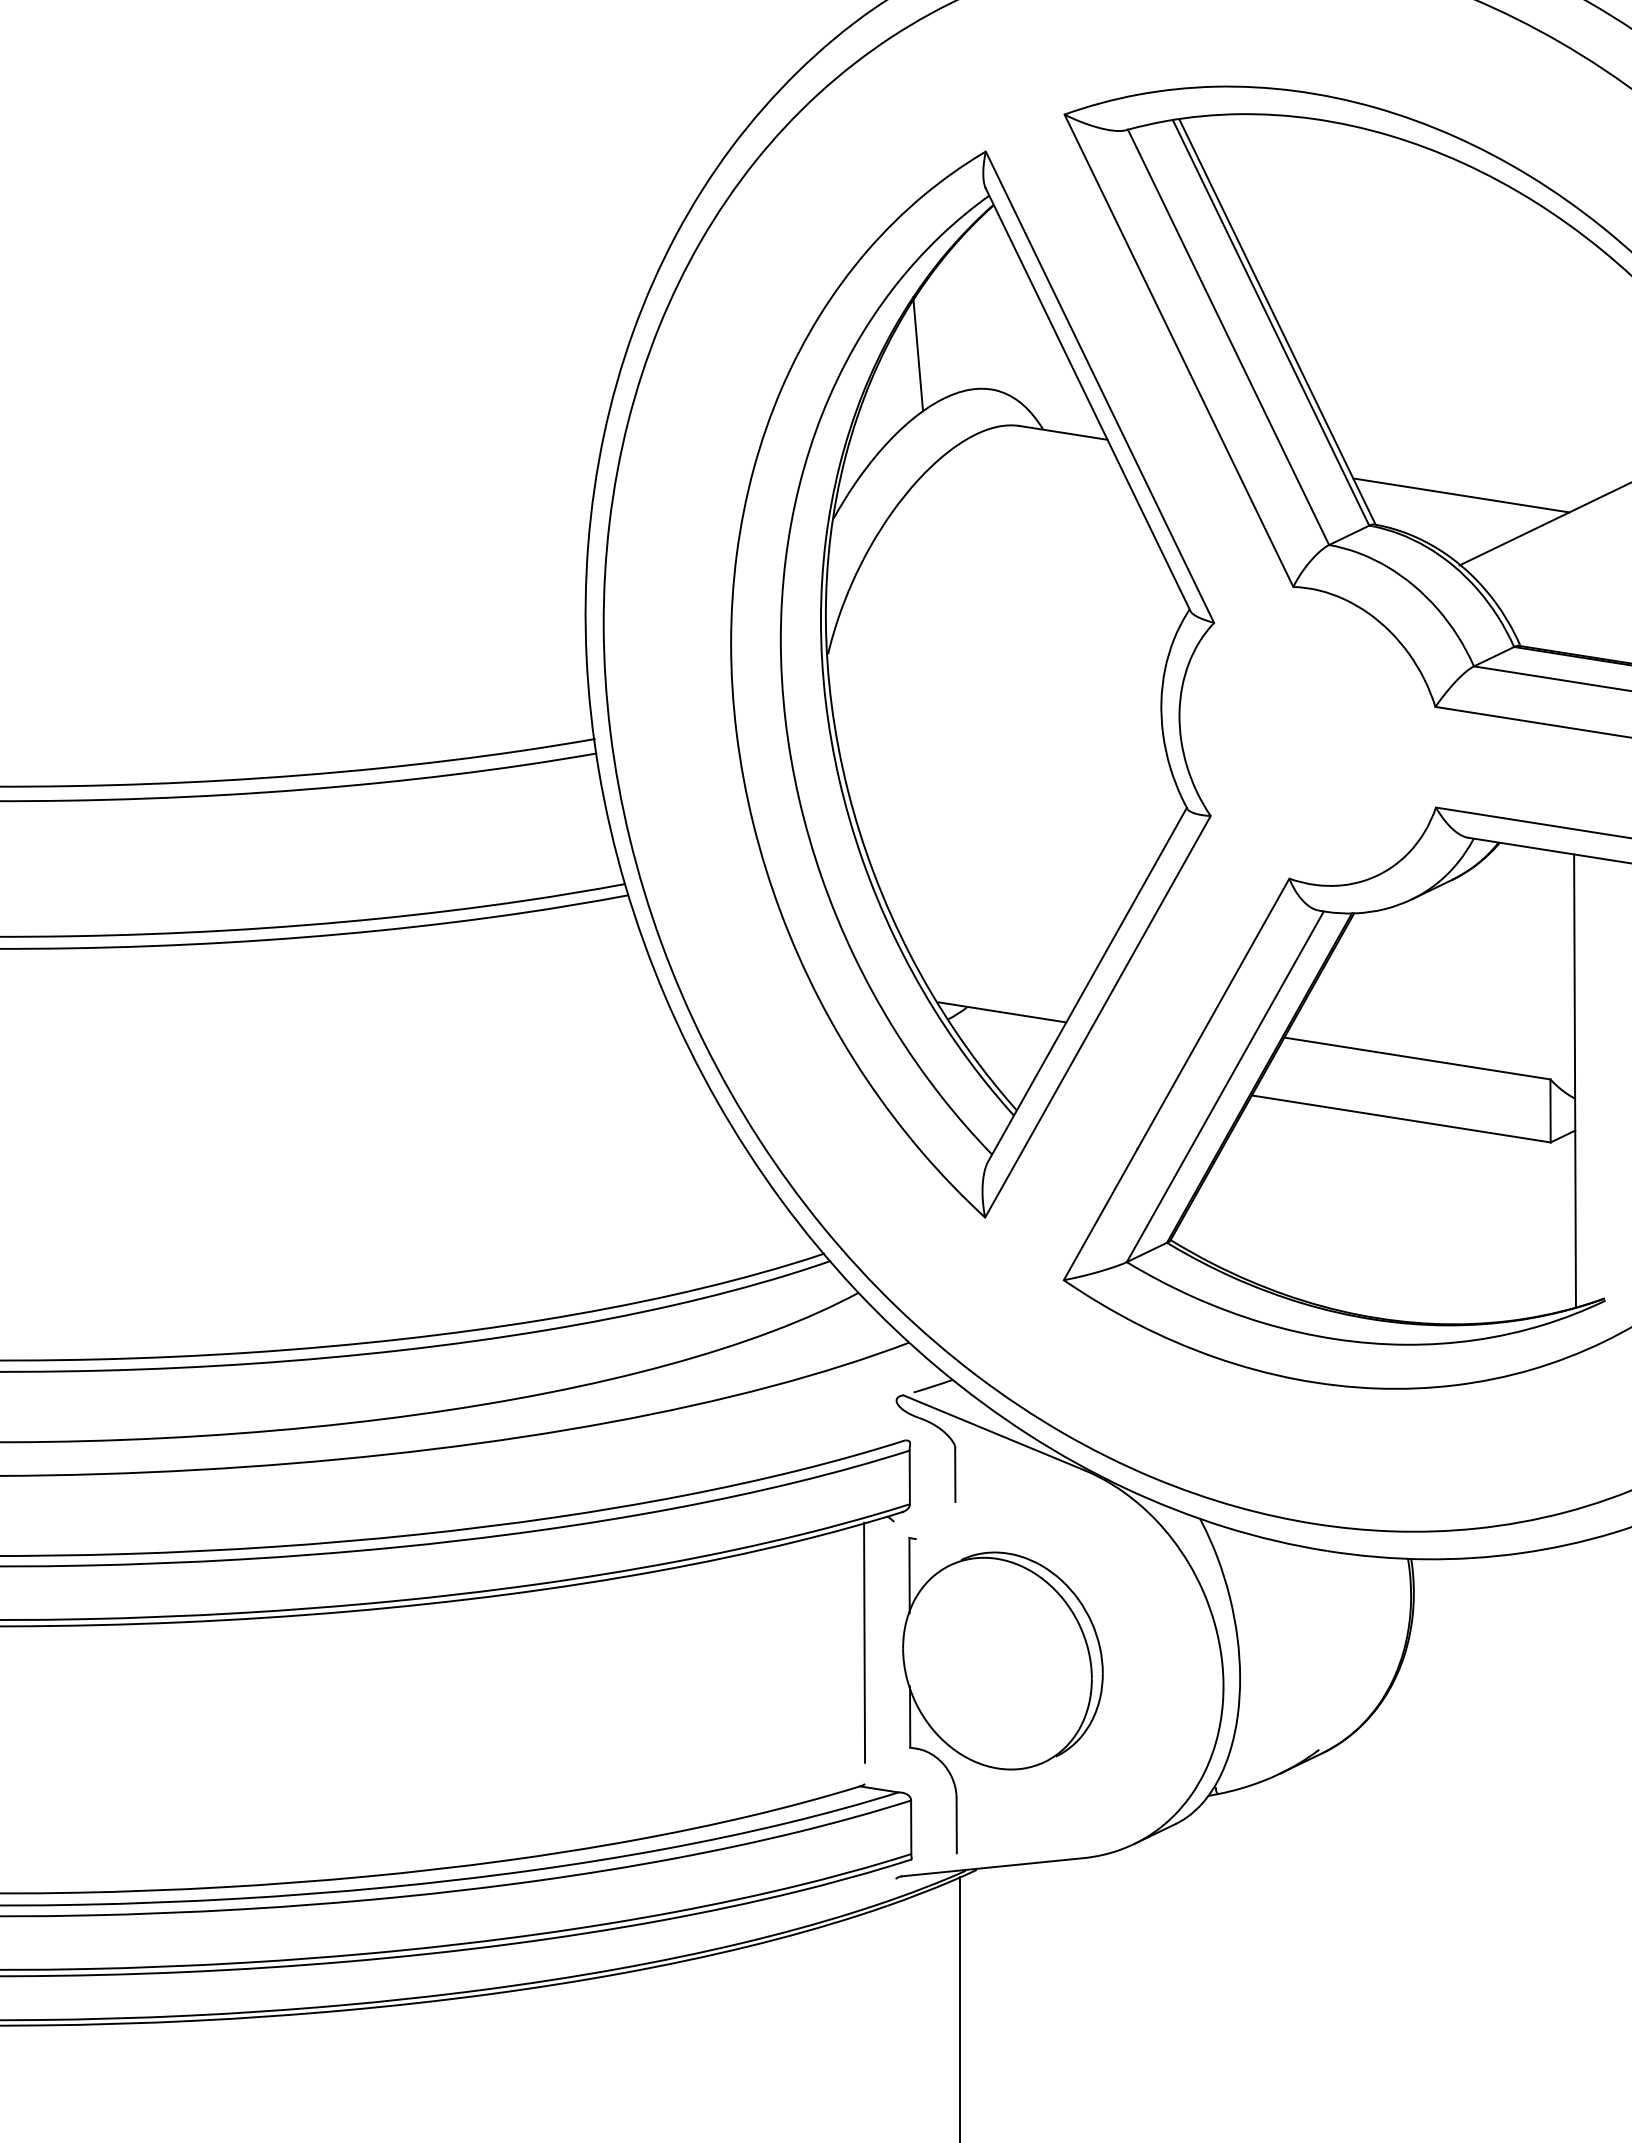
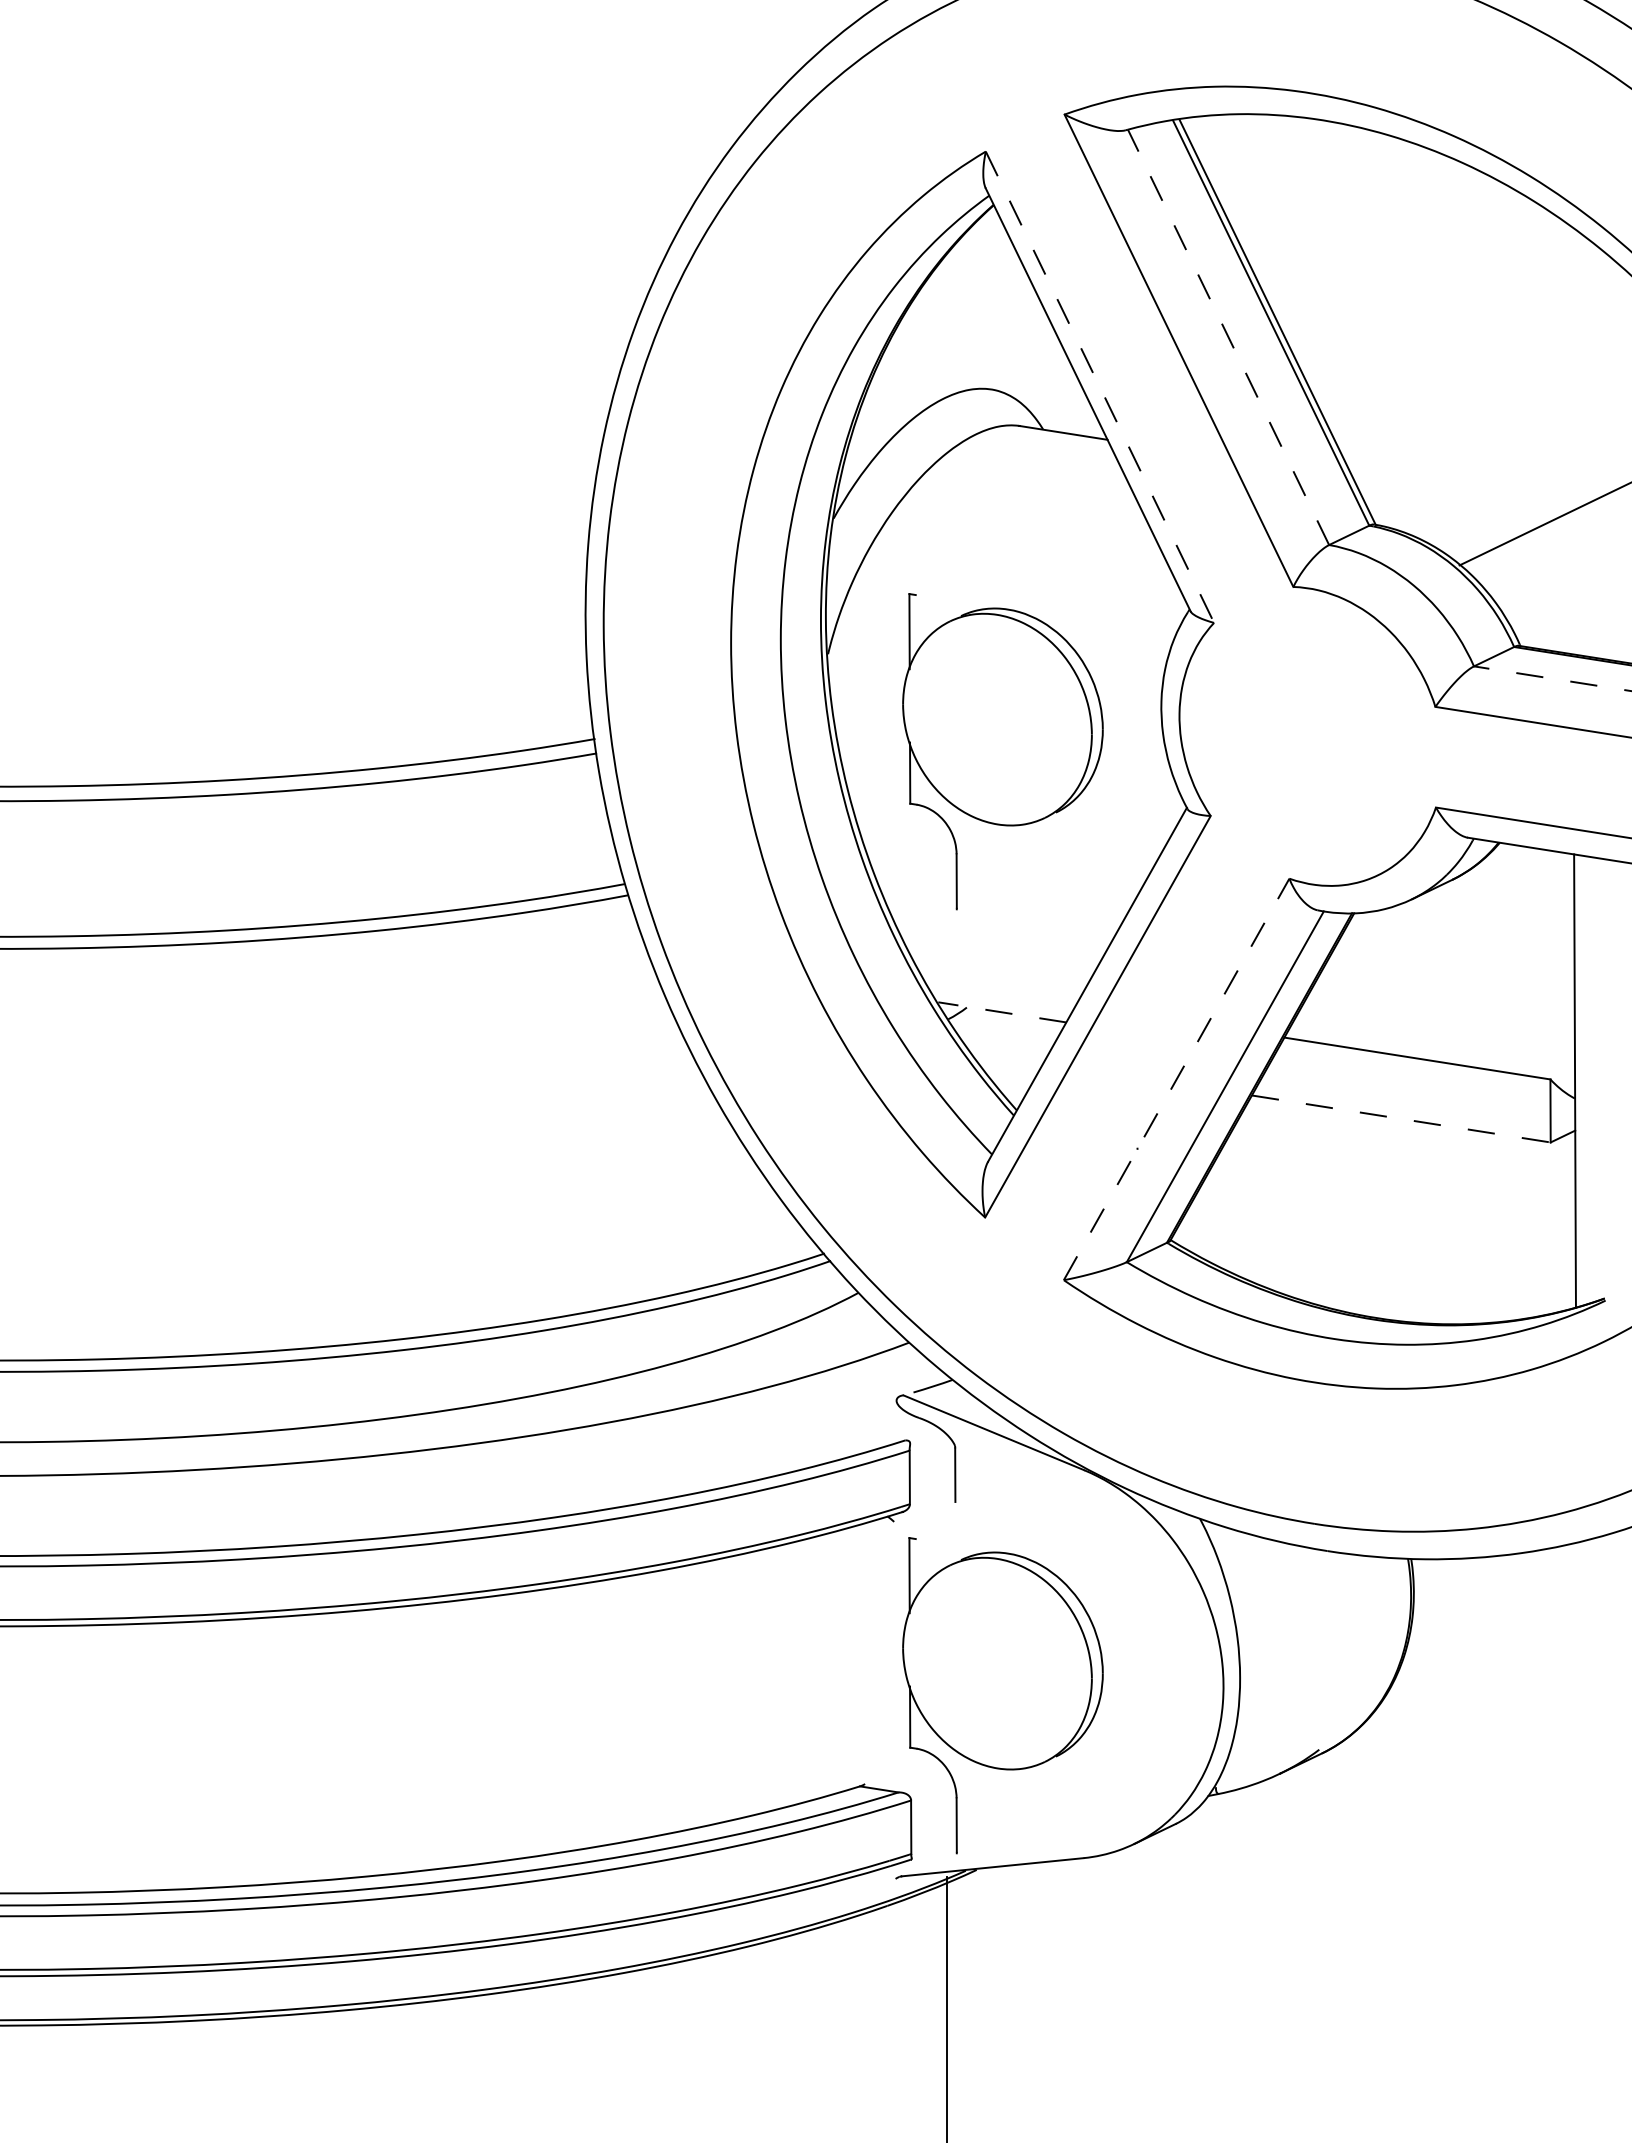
line at (1228, 337): solid -> dashed
line at (918, 354): present -> none
line at (1099, 387): solid -> dashed
line at (1461, 495): present -> none
line at (1552, 678): solid -> dashed
part at (1002, 751): none -> present
line at (1002, 1012): solid -> dashed
line at (1176, 1079): solid -> dashed
line at (1401, 1119): solid -> dashed
line at (864, 1642): present -> none
line at (960, 2008) position: (960, 2008) -> (947, 2008)
